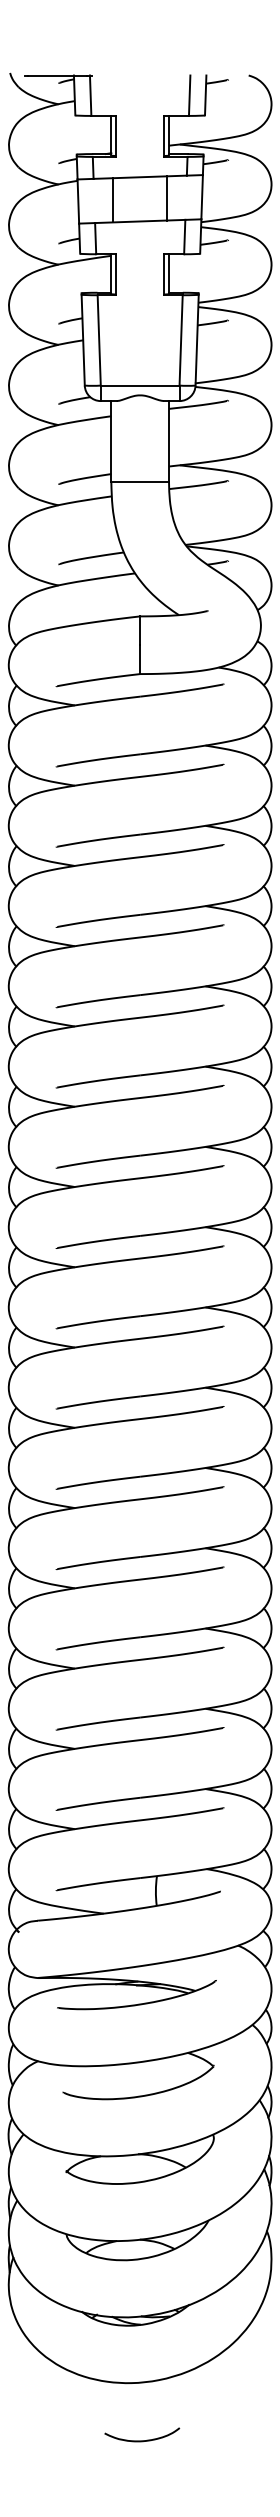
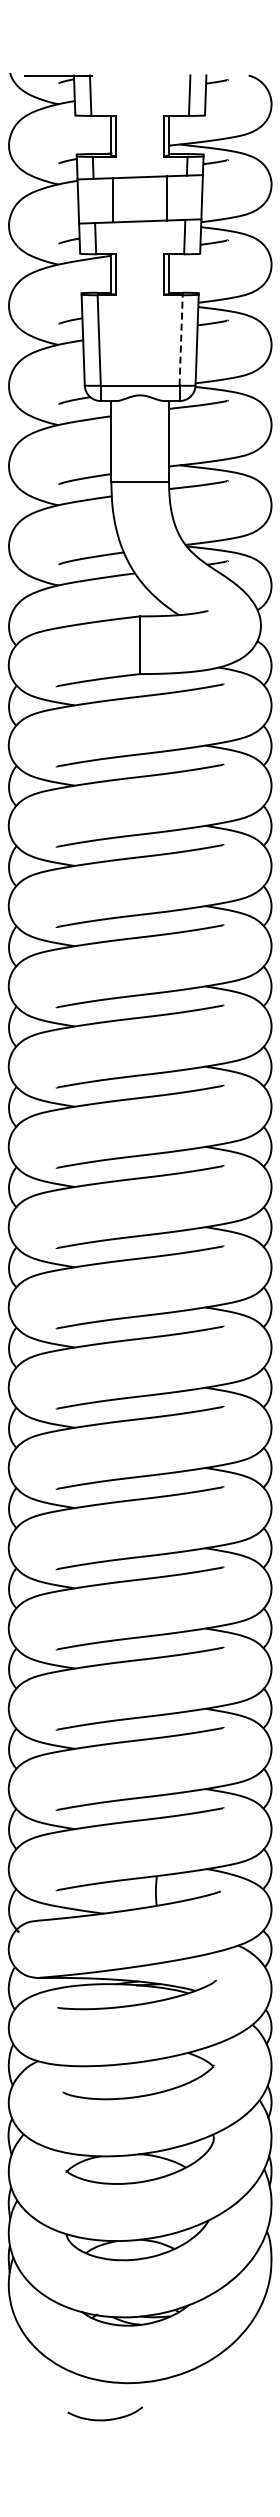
line at (181, 339): solid -> dashed
curve at (142, 2440) position: (142, 2440) -> (105, 2419)
